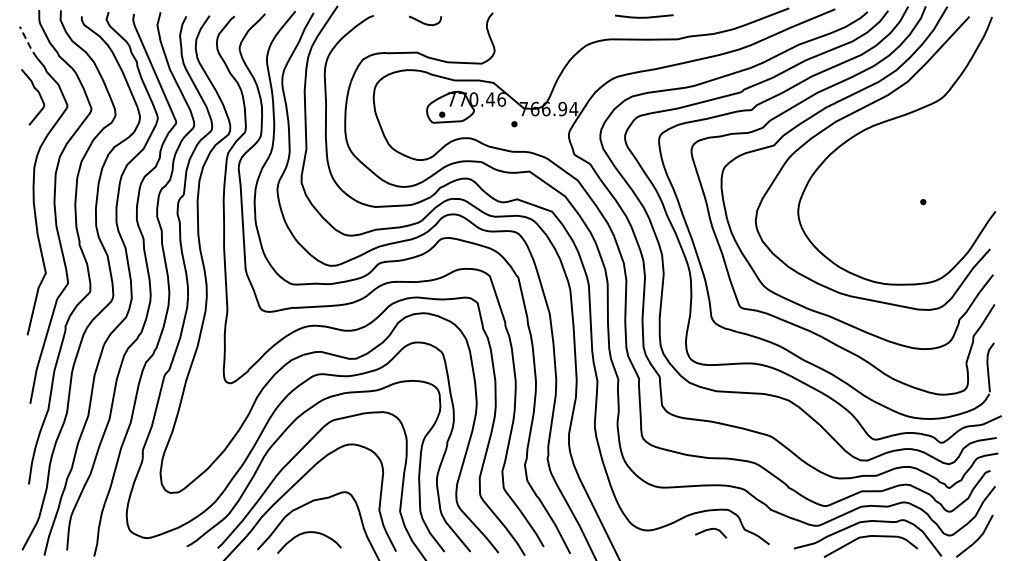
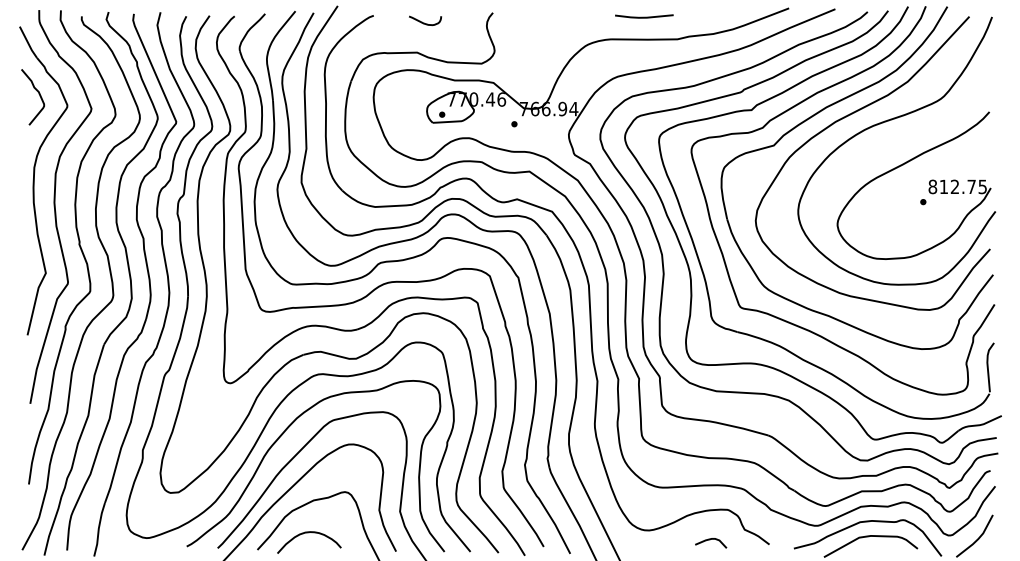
line at (27, 42): dashed -> solid
part at (928, 188): none -> present
curve at (710, 530) position: (710, 530) -> (710, 540)
